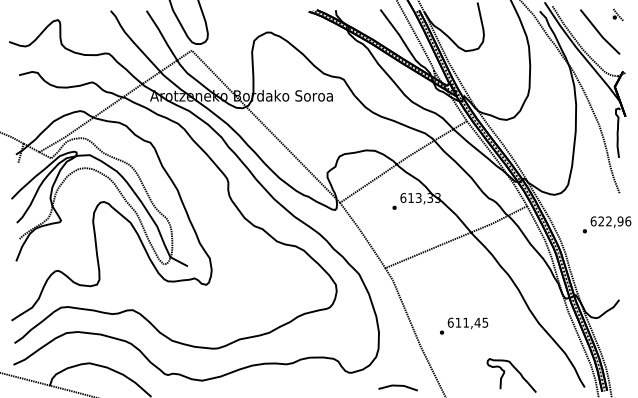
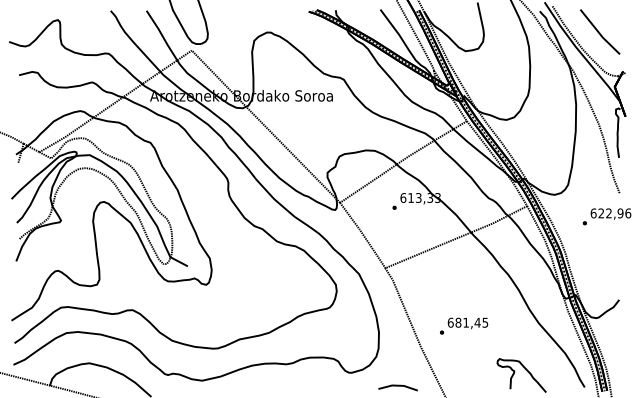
part at (617, 14): present -> none
text at (606, 224) position: (606, 224) -> (606, 216)
text at (458, 322): 611,45 -> 681,45
curve at (516, 371) position: (516, 371) -> (526, 371)
